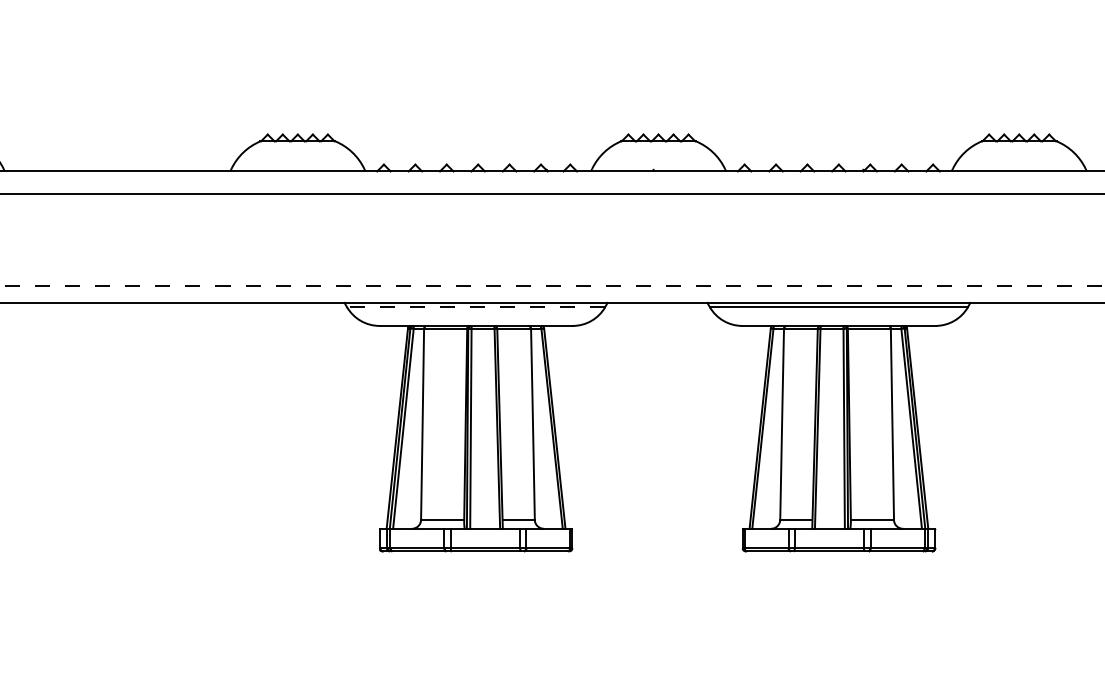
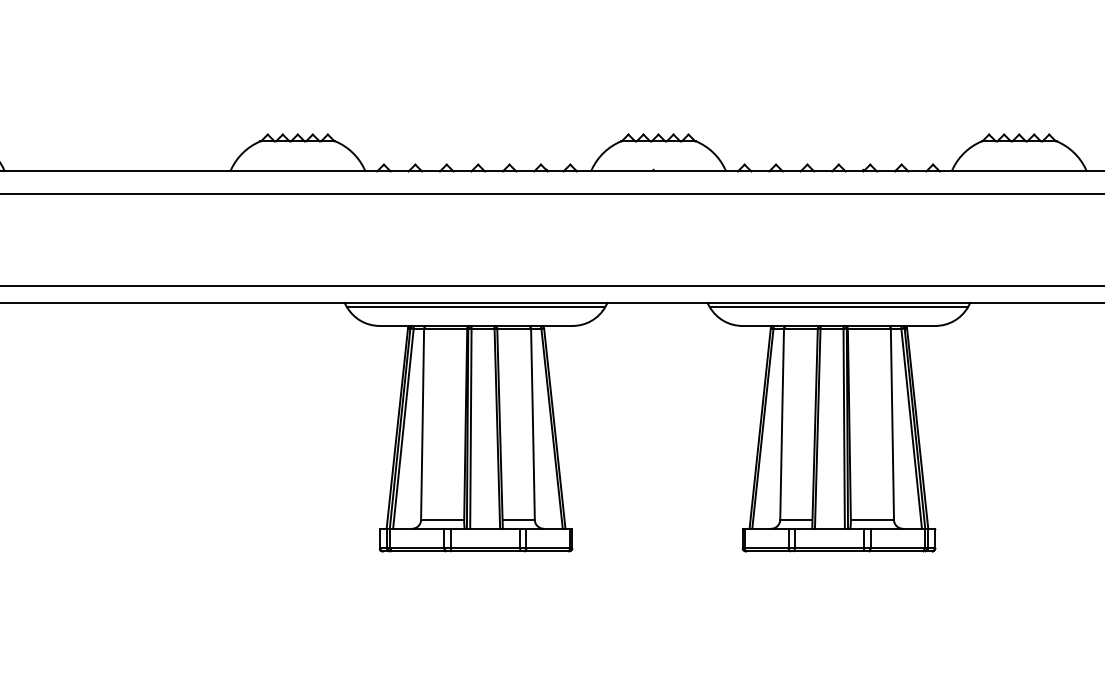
line at (553, 285): dashed -> solid
line at (475, 307): dashed -> solid
